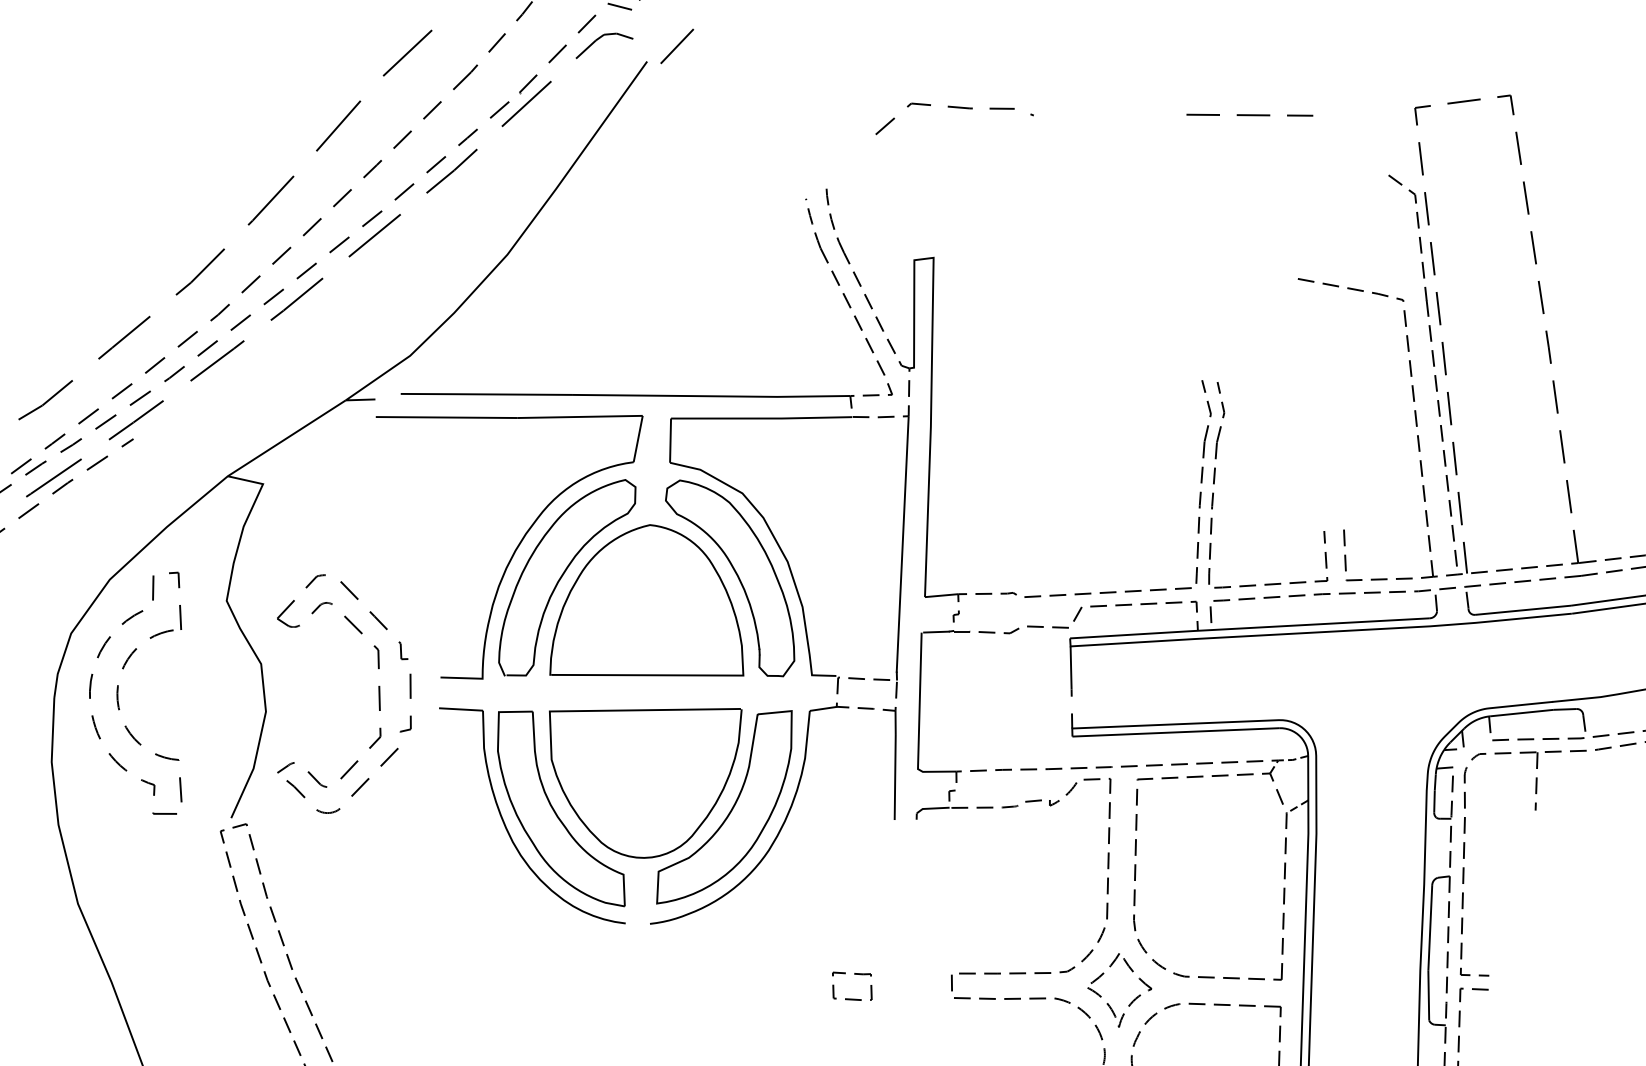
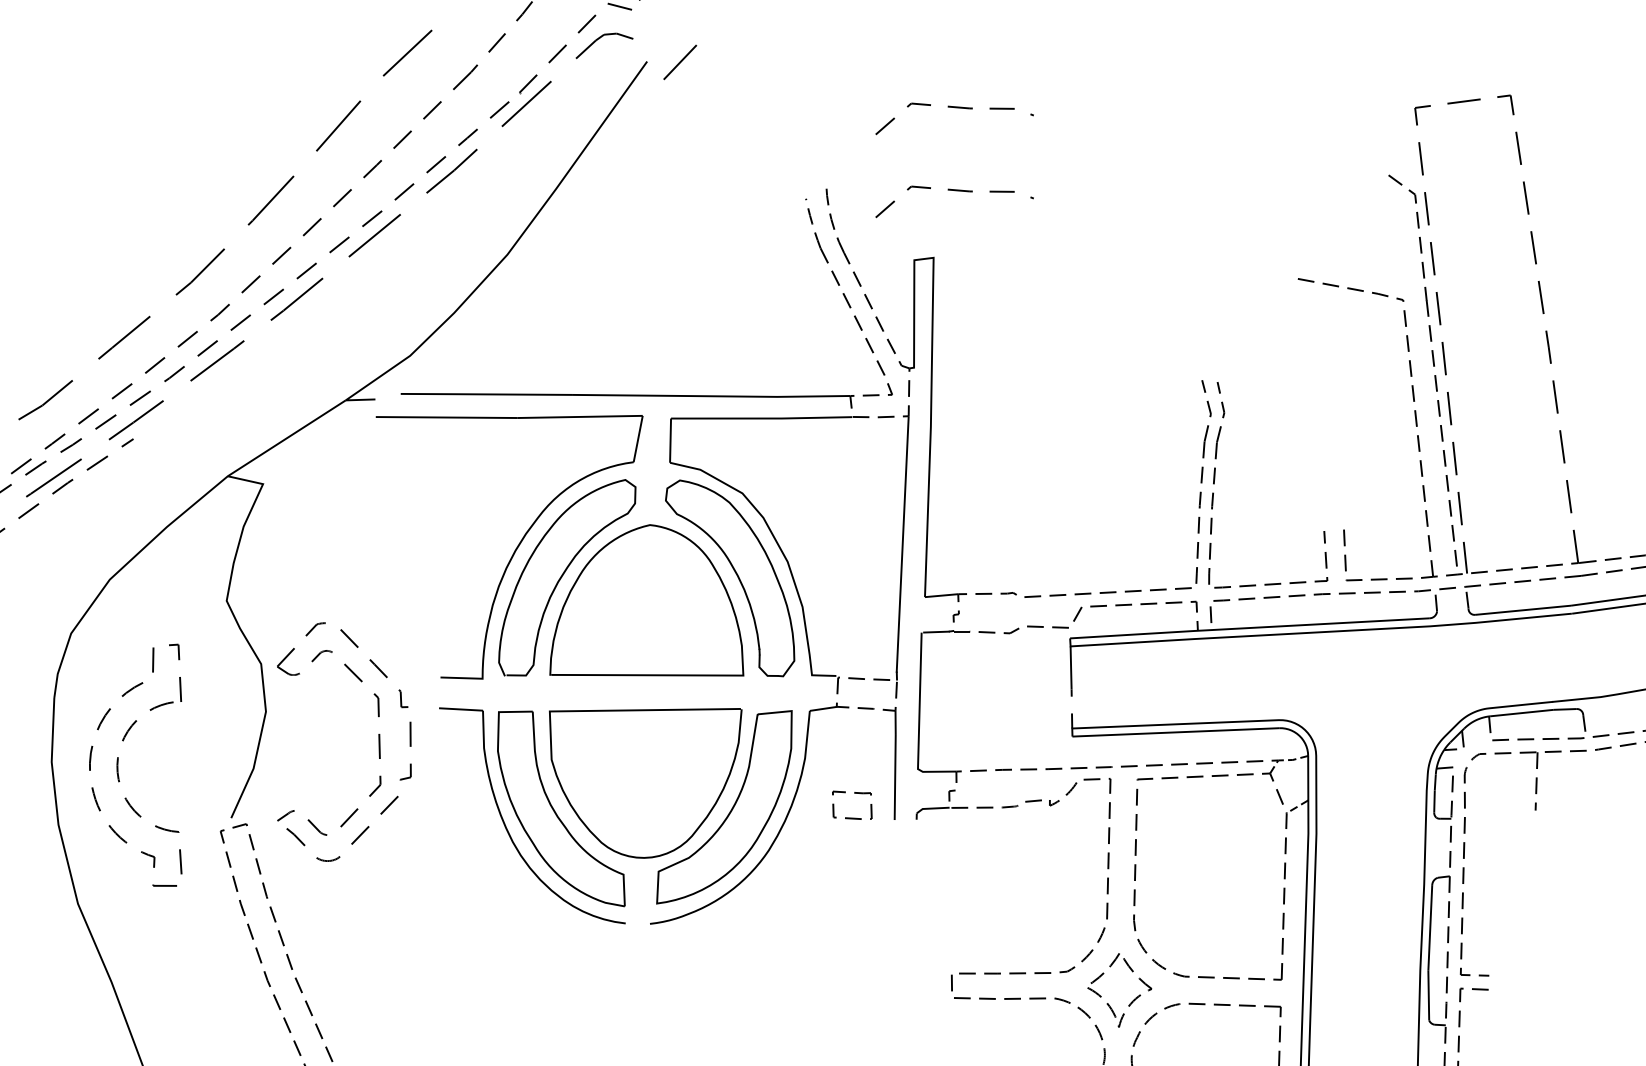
line at (677, 46) position: (677, 46) -> (680, 62)
line at (1249, 114): present -> none
line at (954, 191): none -> present
curve at (118, 692) position: (118, 692) -> (118, 764)
part at (378, 693) position: (378, 693) -> (378, 741)
part at (854, 974) position: (854, 974) -> (854, 793)
